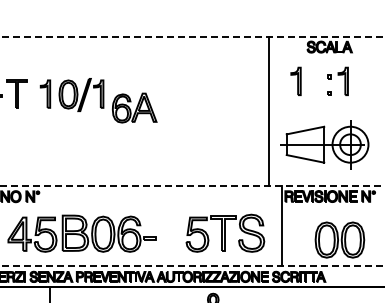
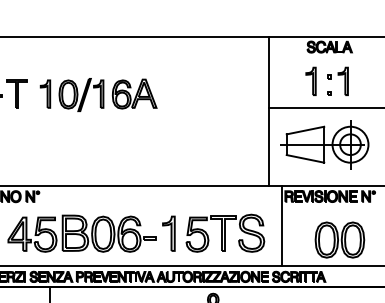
line at (192, 36): dashed -> solid
part at (295, 80) position: (295, 80) -> (310, 80)
part at (134, 107) position: (134, 107) -> (134, 93)
line at (325, 108): none -> present
line at (192, 186): dashed -> solid
part at (168, 233): none -> present
line at (192, 266): dashed -> solid
